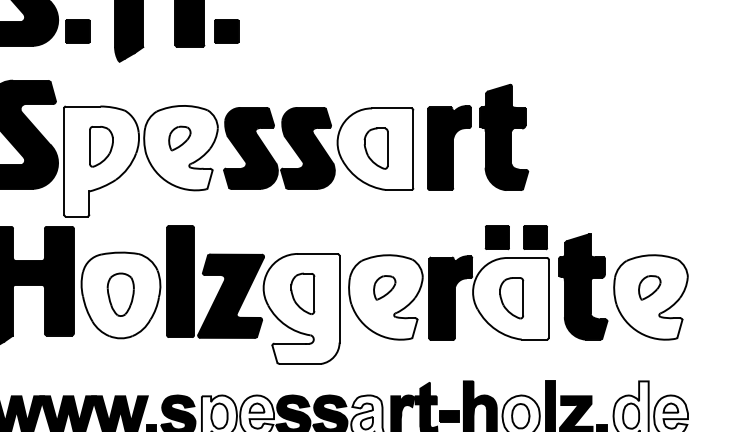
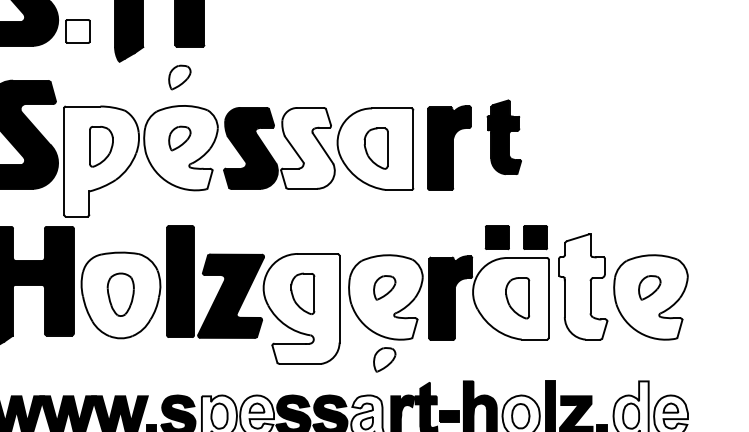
fill at (77, 31): present -> none
part at (226, 31): present -> none
part at (179, 77): none -> present
part at (504, 136) size: 51x108 px -> 36x76 px
fill at (307, 147): present -> none
fill at (583, 286): present -> none
part at (511, 298) position: (511, 298) -> (517, 298)
part at (384, 359): none -> present
